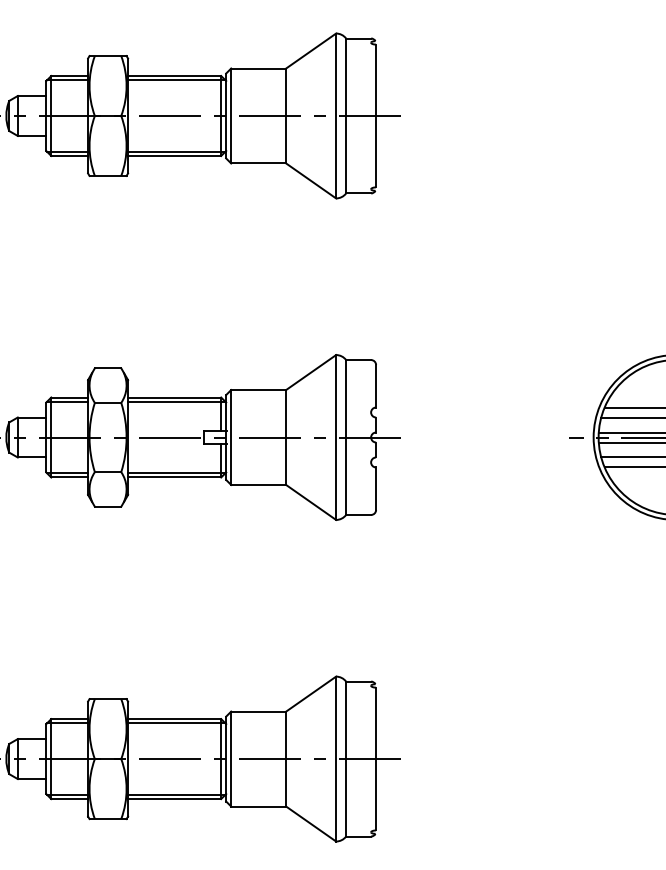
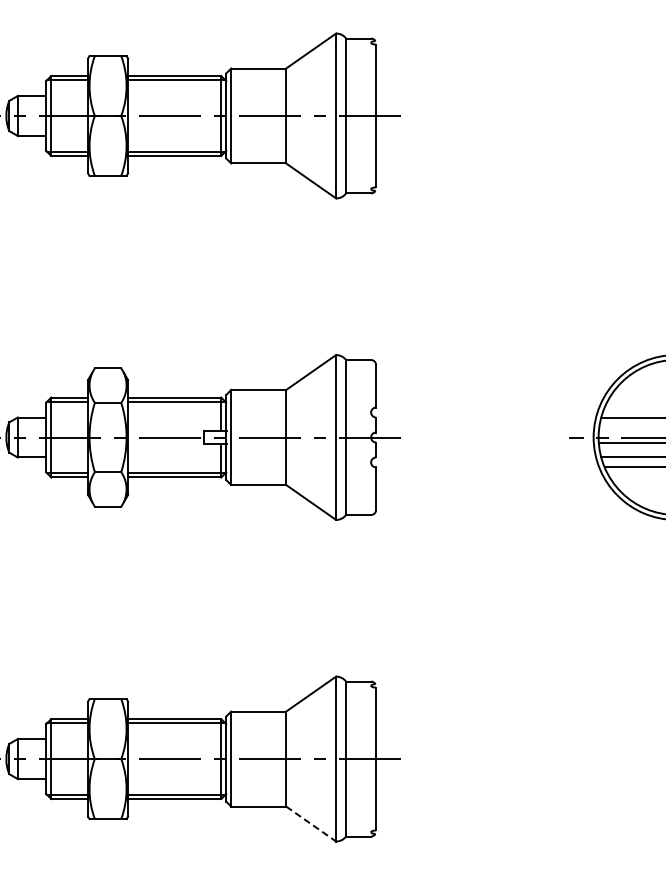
line at (633, 407): present -> none
line at (630, 432): present -> none
line at (311, 824): solid -> dashed
